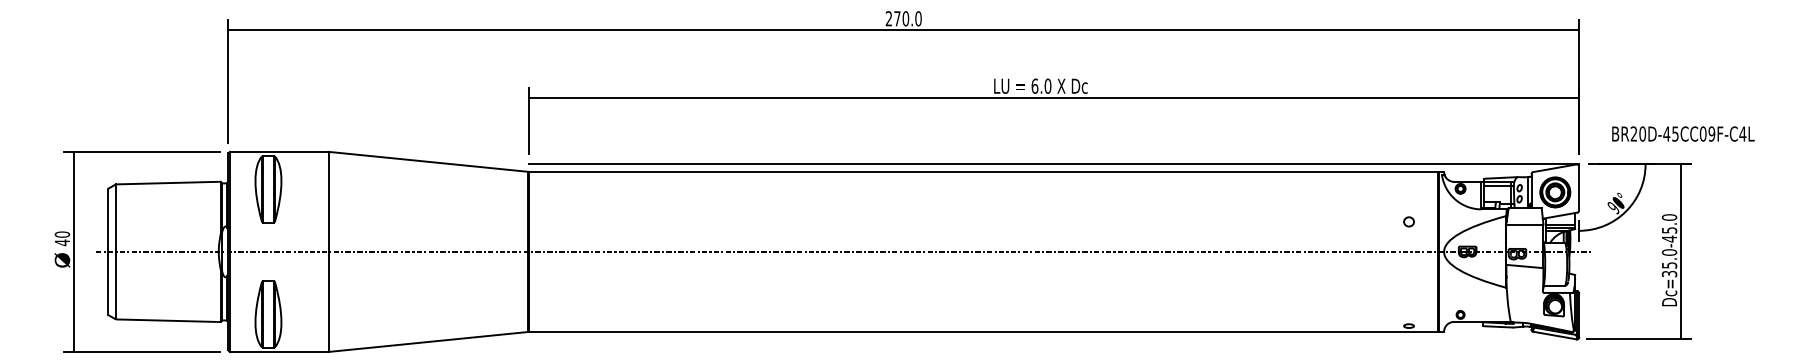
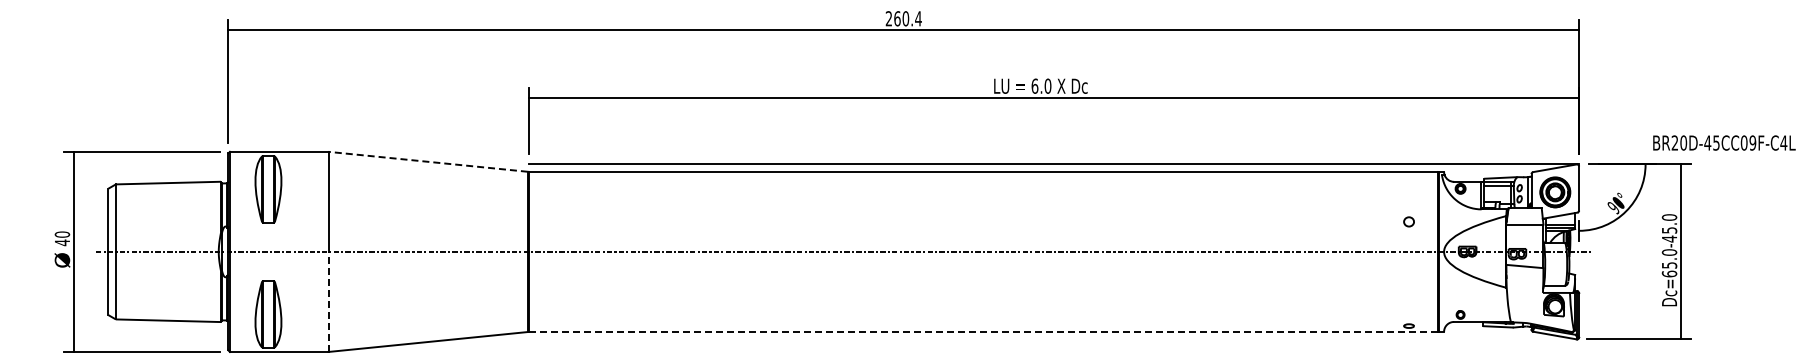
text at (907, 18): 270.0 -> 260.4
text at (1683, 133) position: (1683, 133) -> (1724, 142)
line at (427, 161): solid -> dashed
text at (1669, 273): Dc=35.0-45.0 -> Dc=65.0-45.0
line at (328, 301): solid -> dashed
line at (983, 331): solid -> dashed
